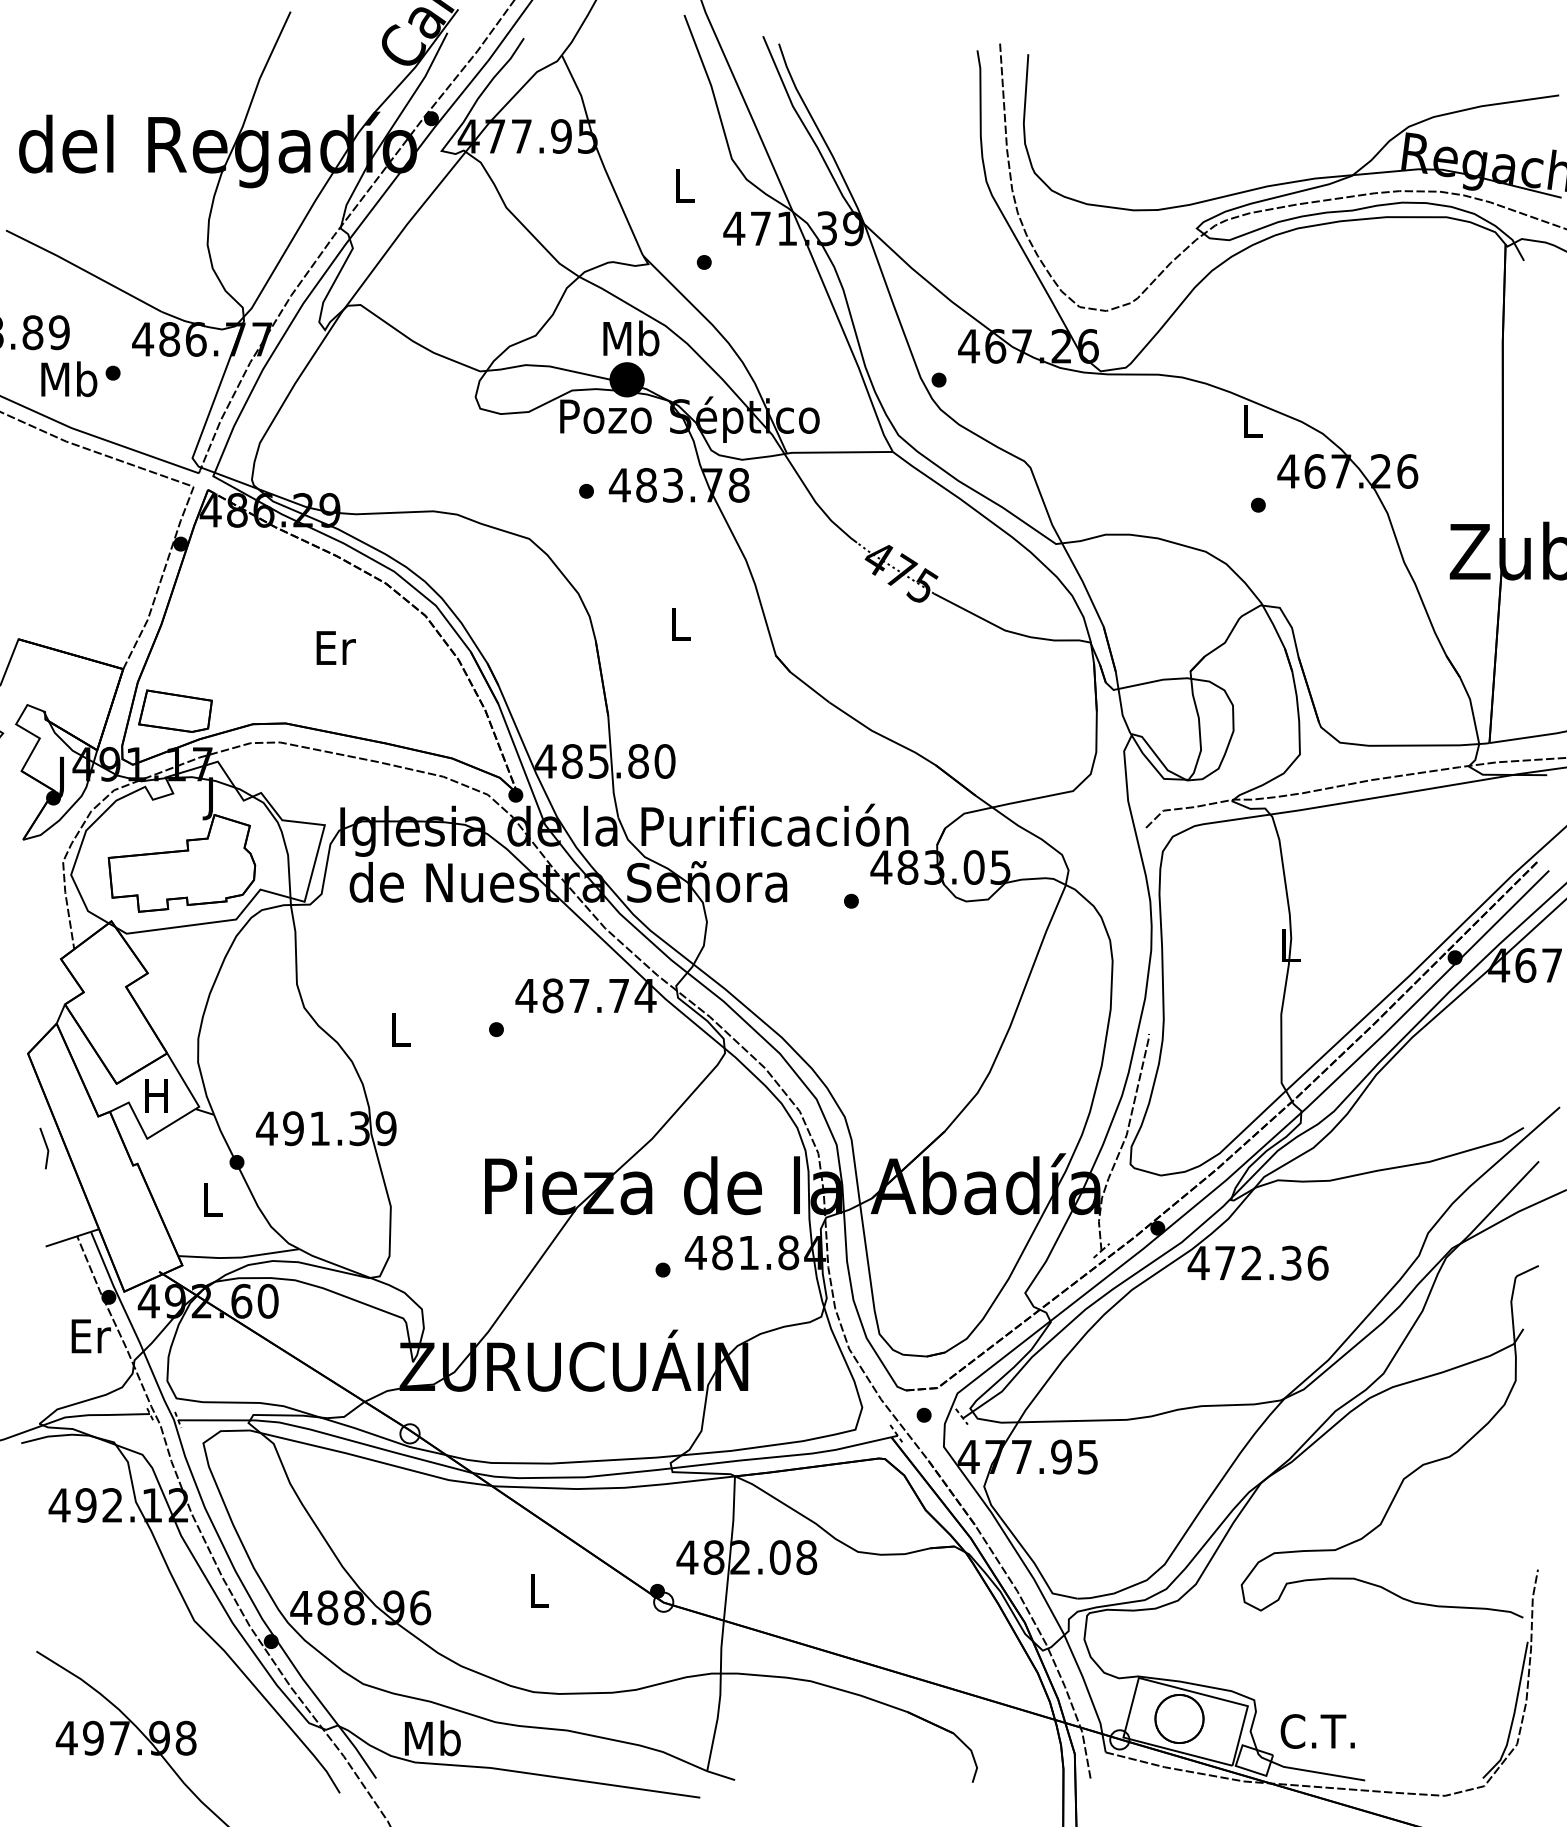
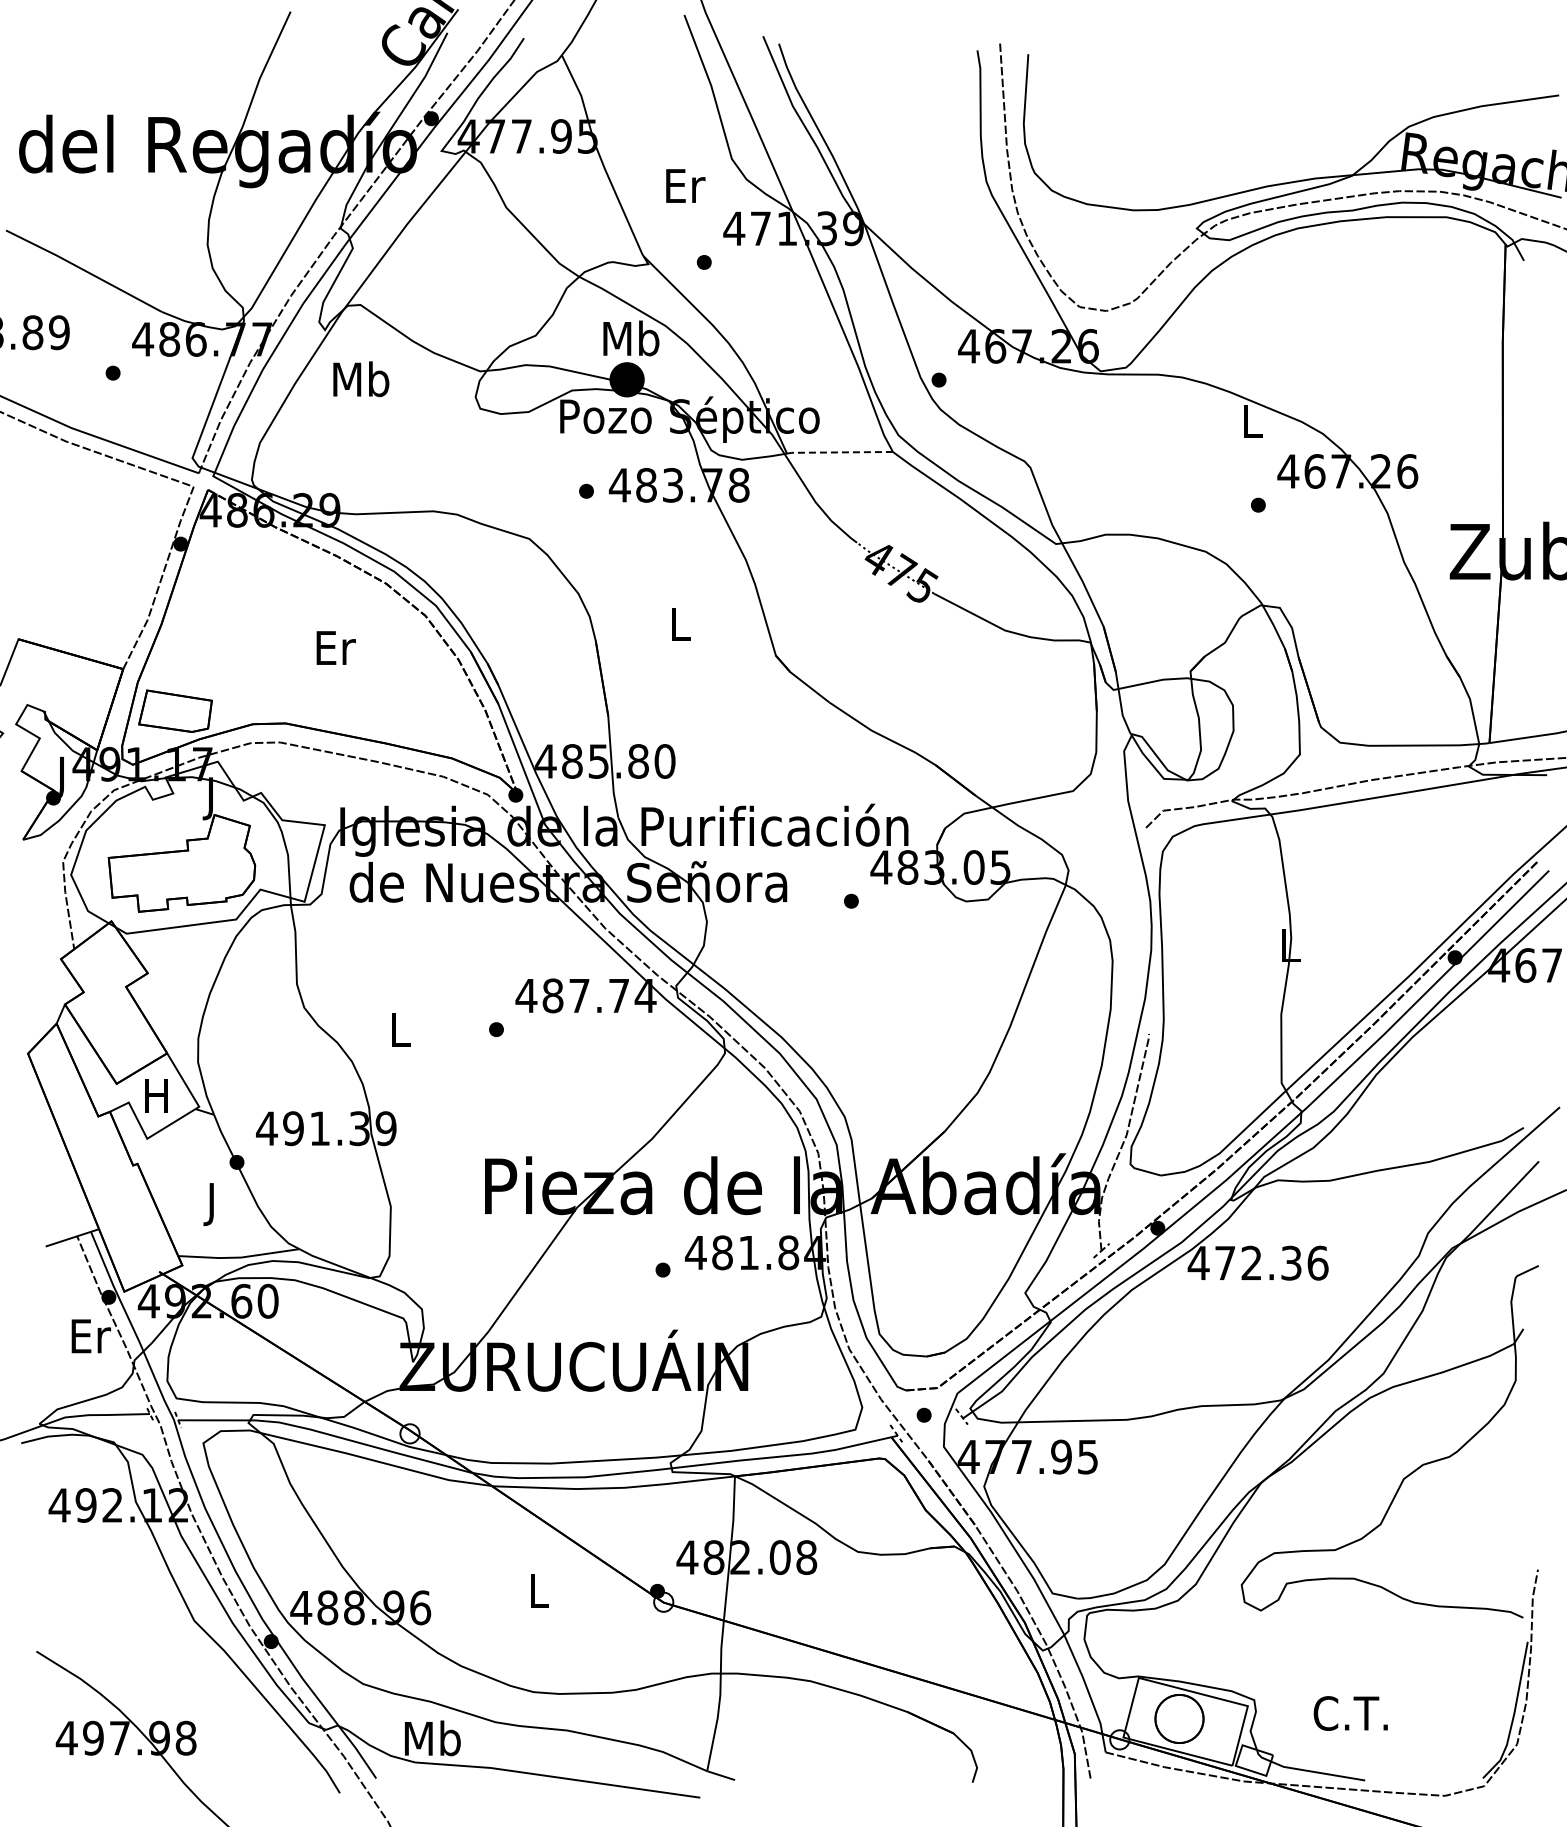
text at (685, 185): L -> Er
text at (69, 379) position: (69, 379) -> (361, 379)
line at (839, 452): solid -> dashed
line at (46, 1148): present -> none
text at (212, 1204): L -> J
text at (1317, 1731) position: (1317, 1731) -> (1350, 1713)
